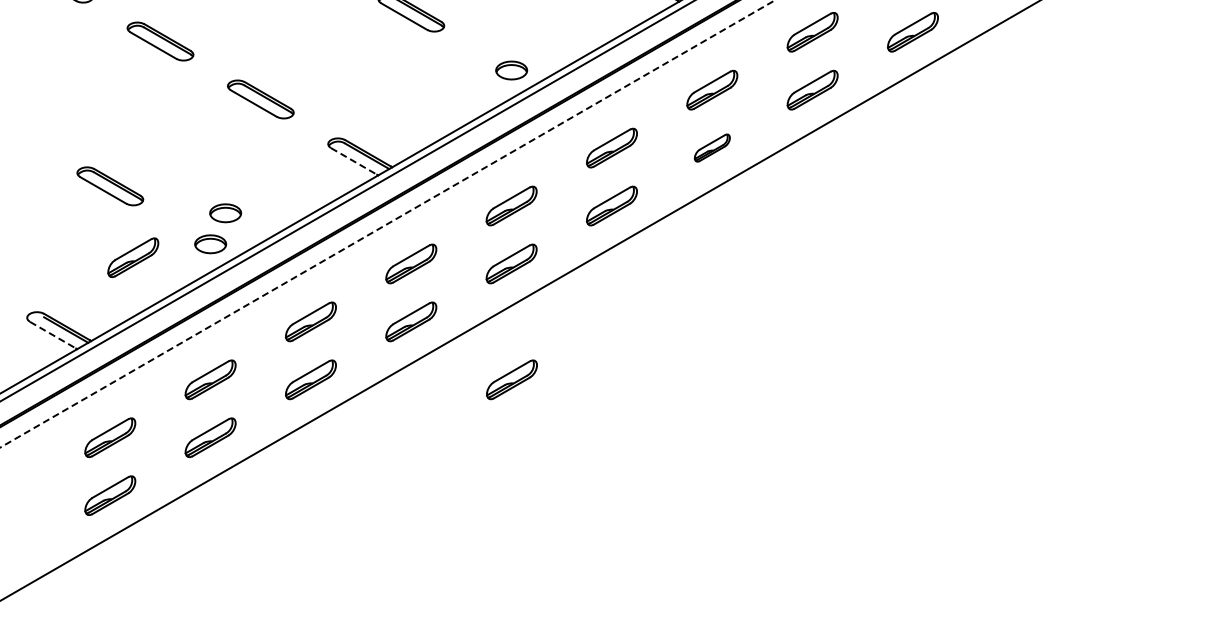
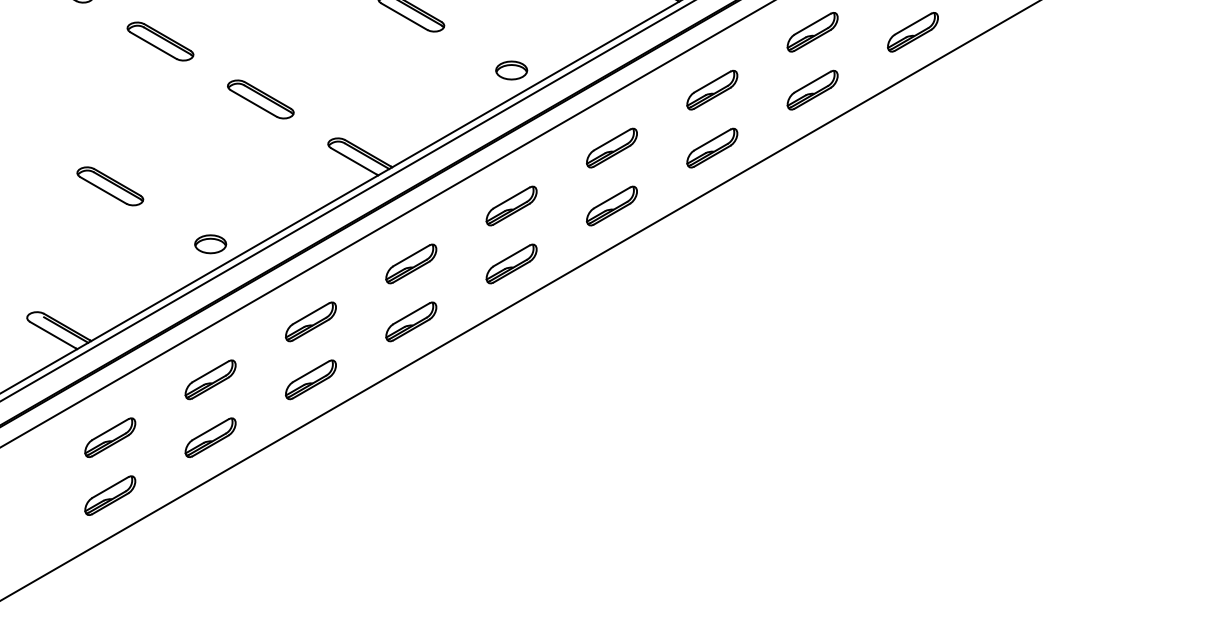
part at (711, 147) size: 38x30 px -> 53x42 px
line at (354, 161): dashed -> solid
part at (225, 213): present -> none
line at (388, 223): dashed -> solid
part at (133, 257): present -> none
line at (53, 335): dashed -> solid
part at (511, 379): present -> none
